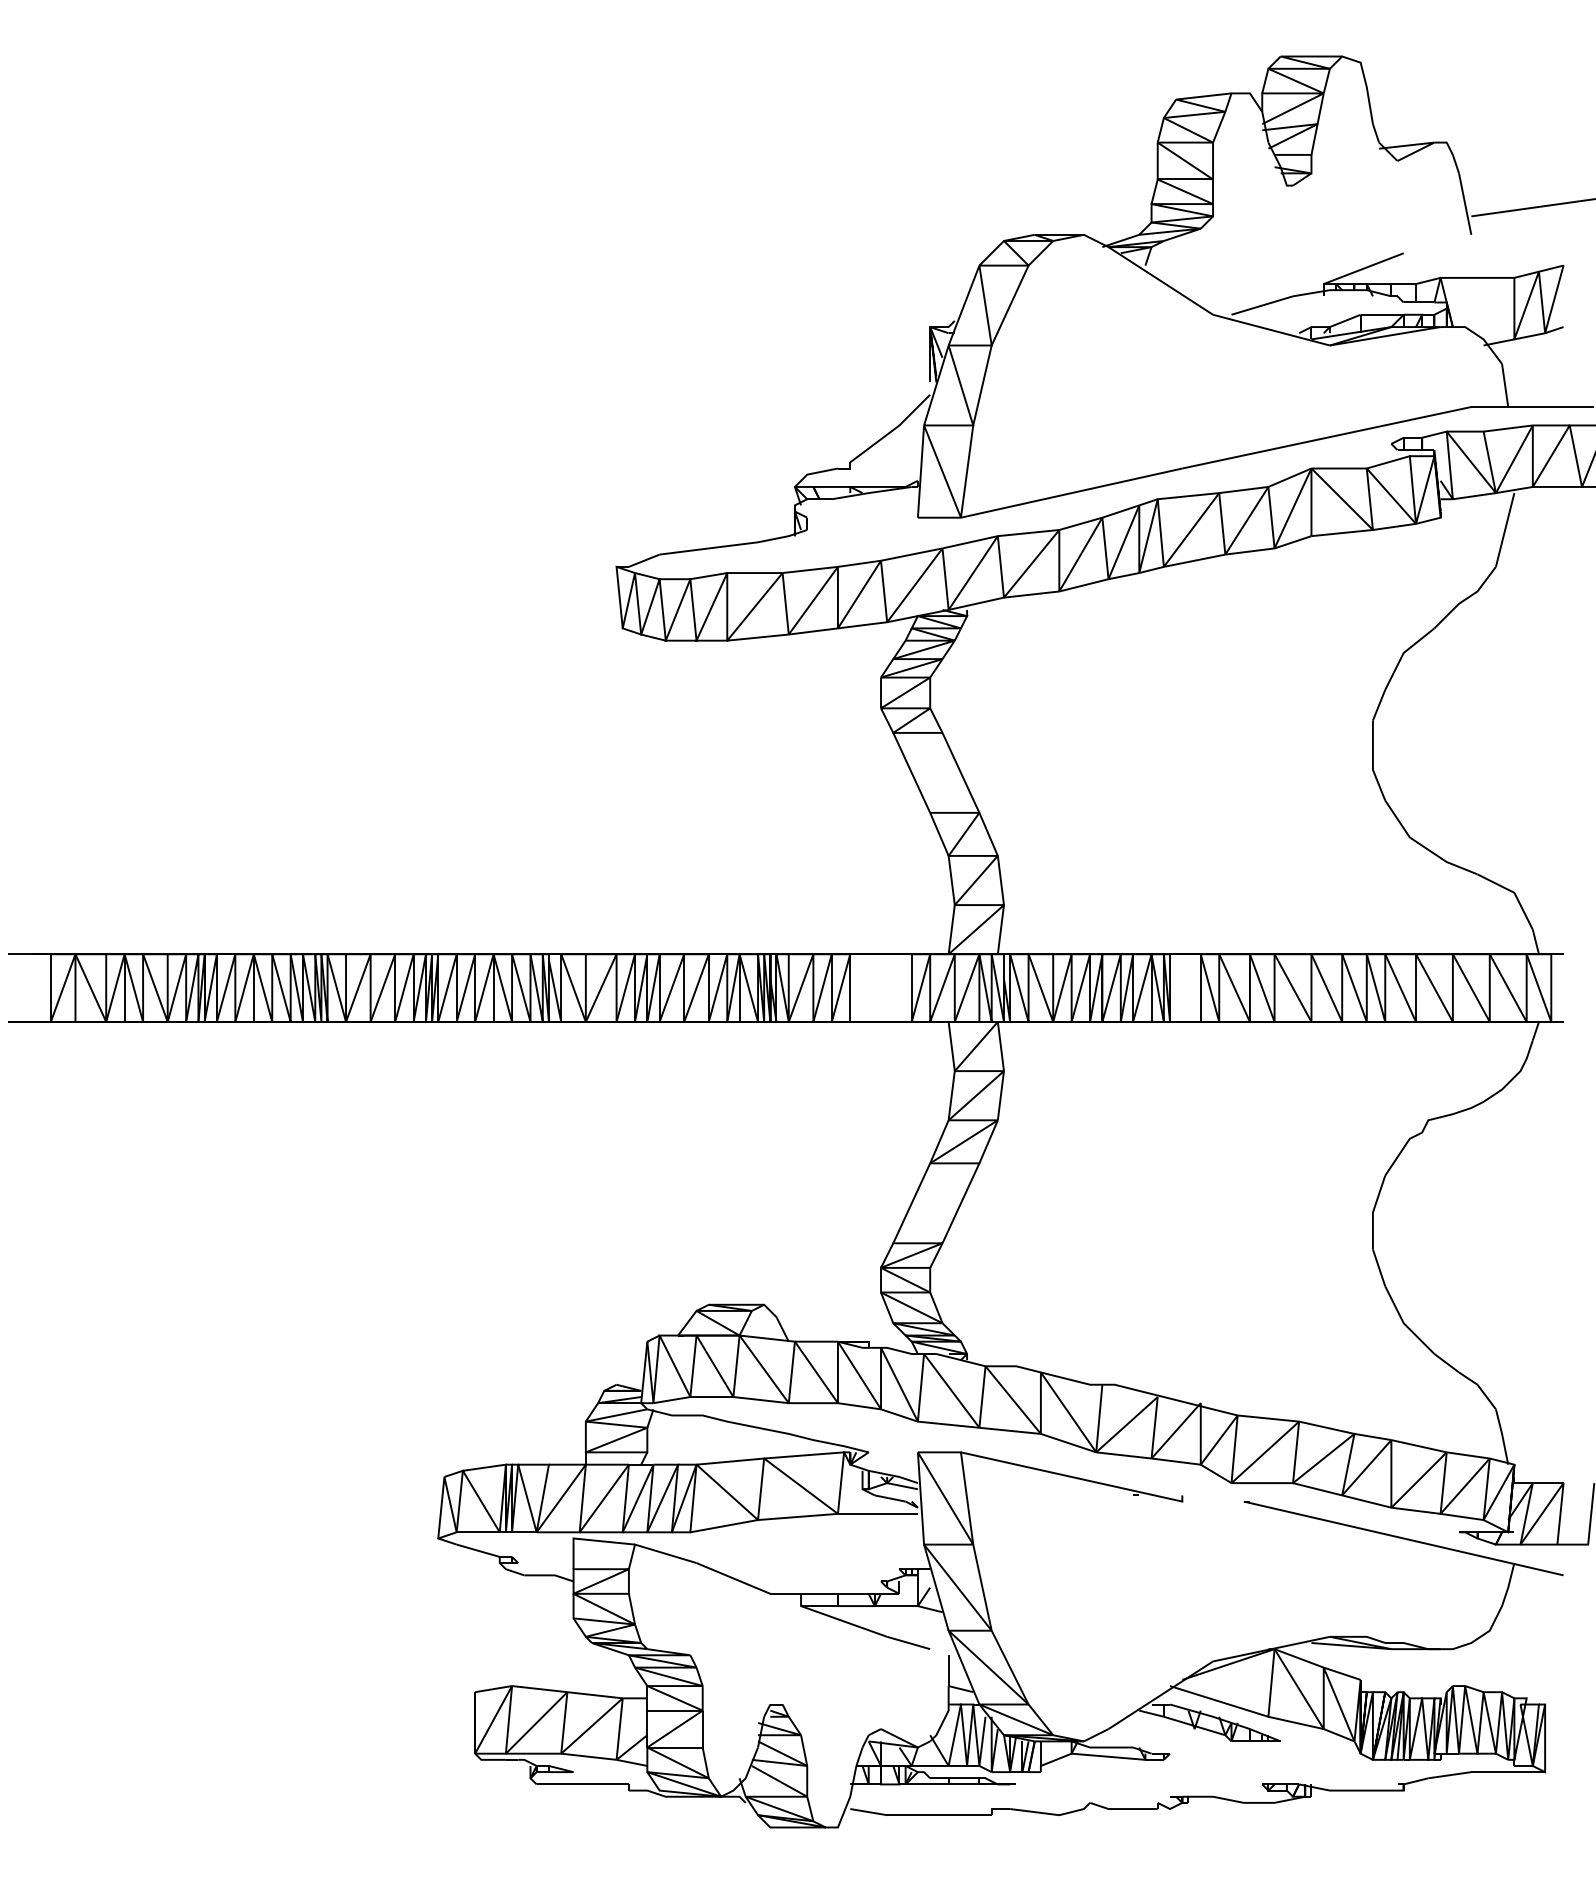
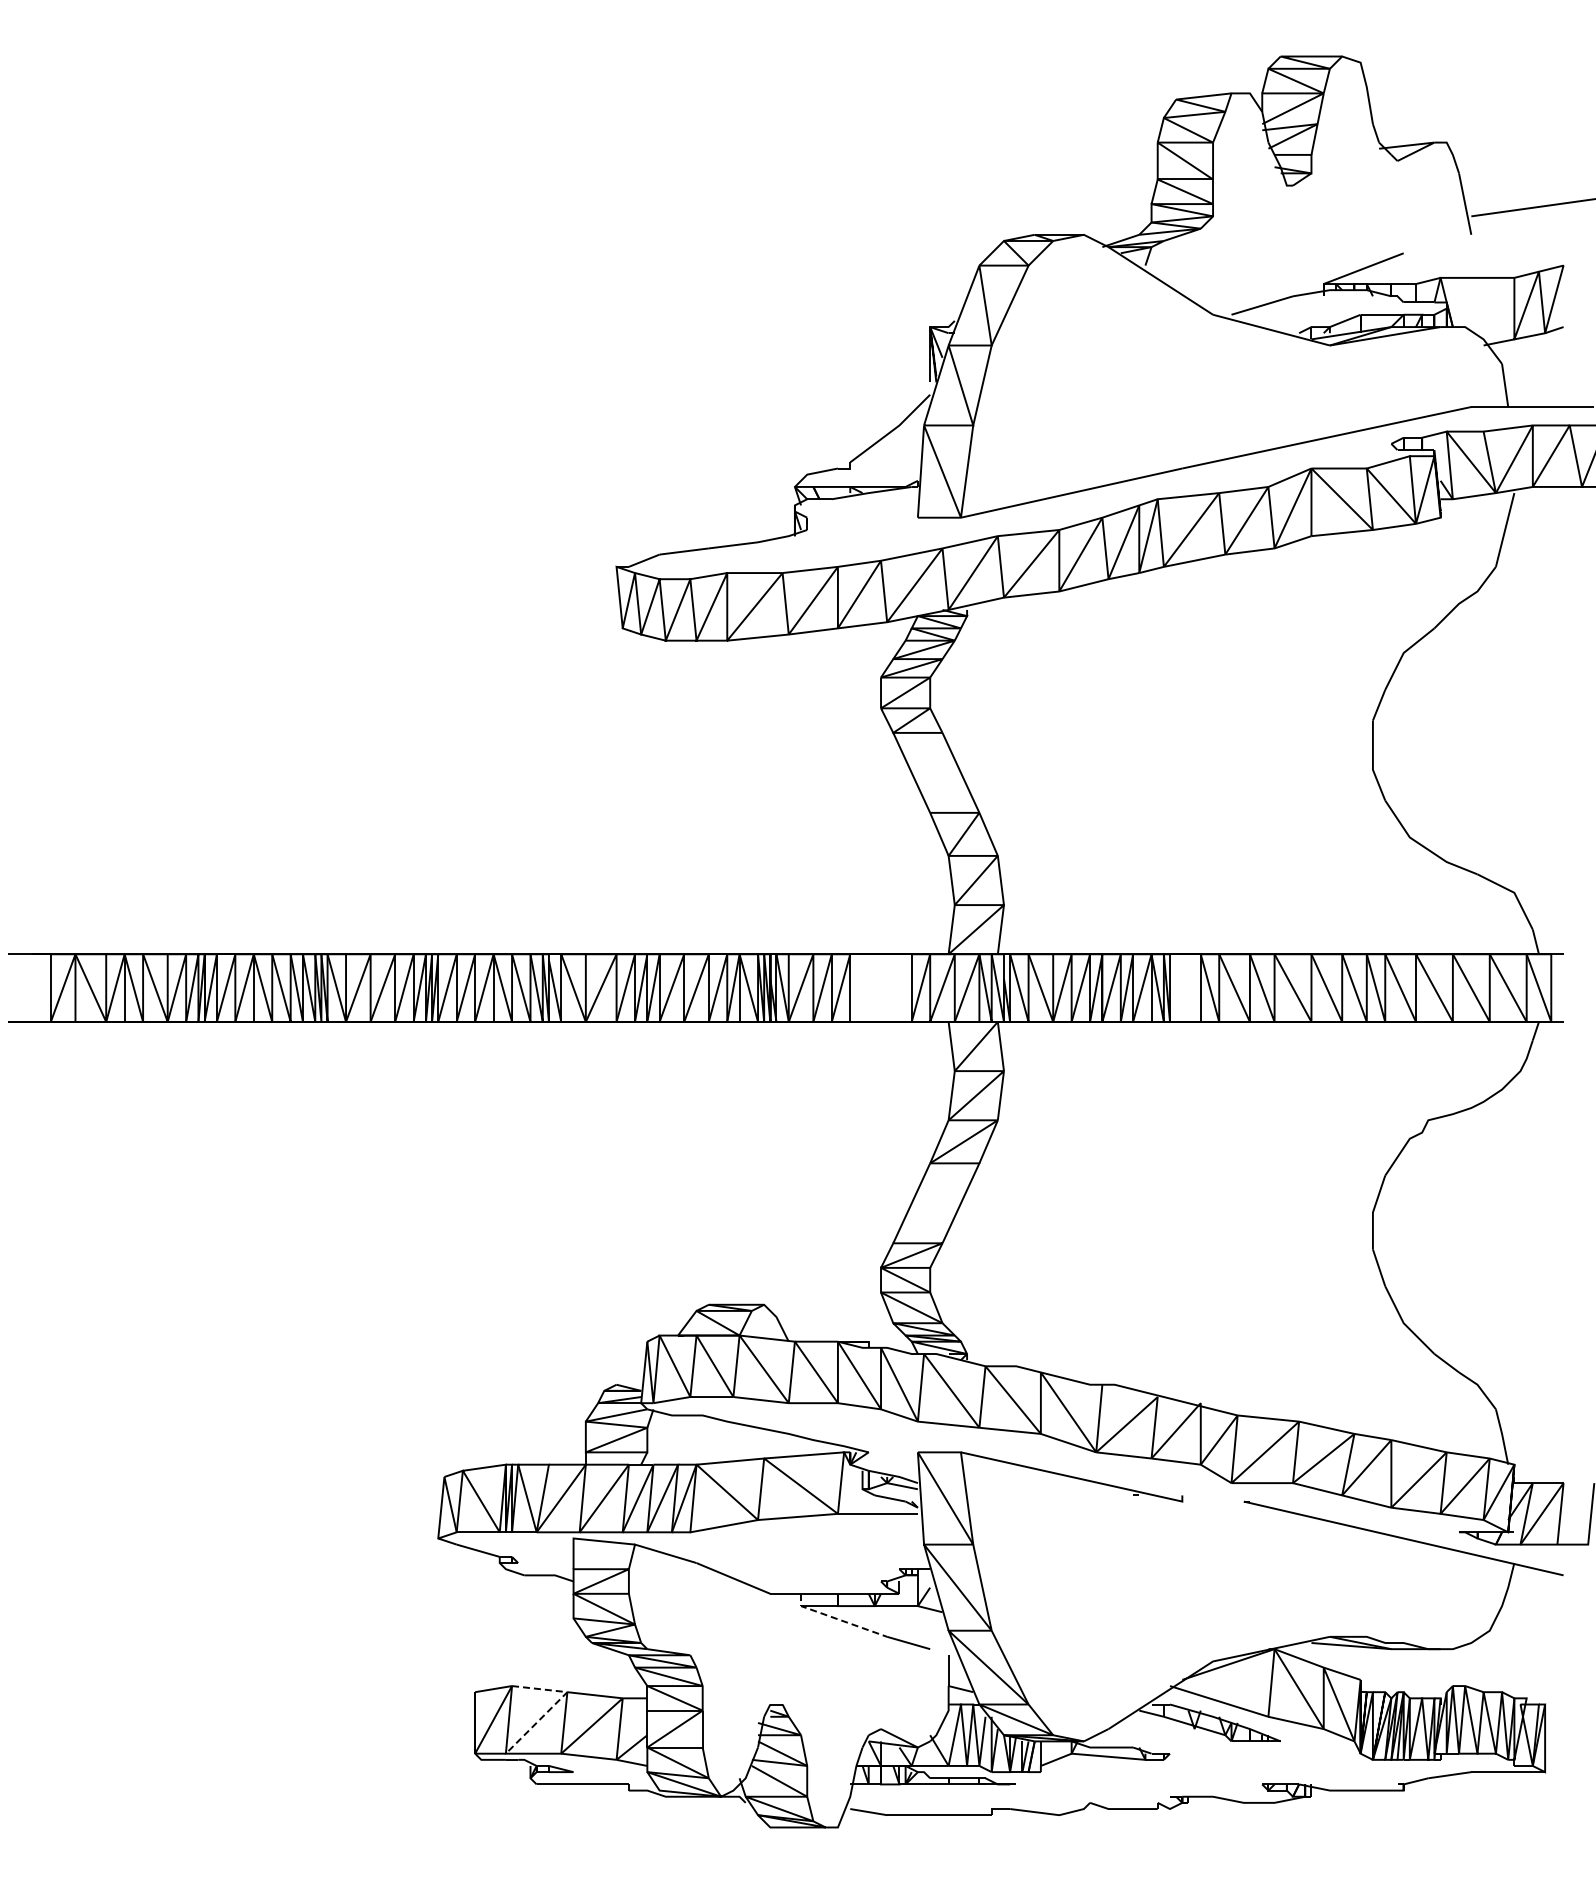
line at (837, 1619): solid -> dashed
line at (556, 1702): solid -> dashed
